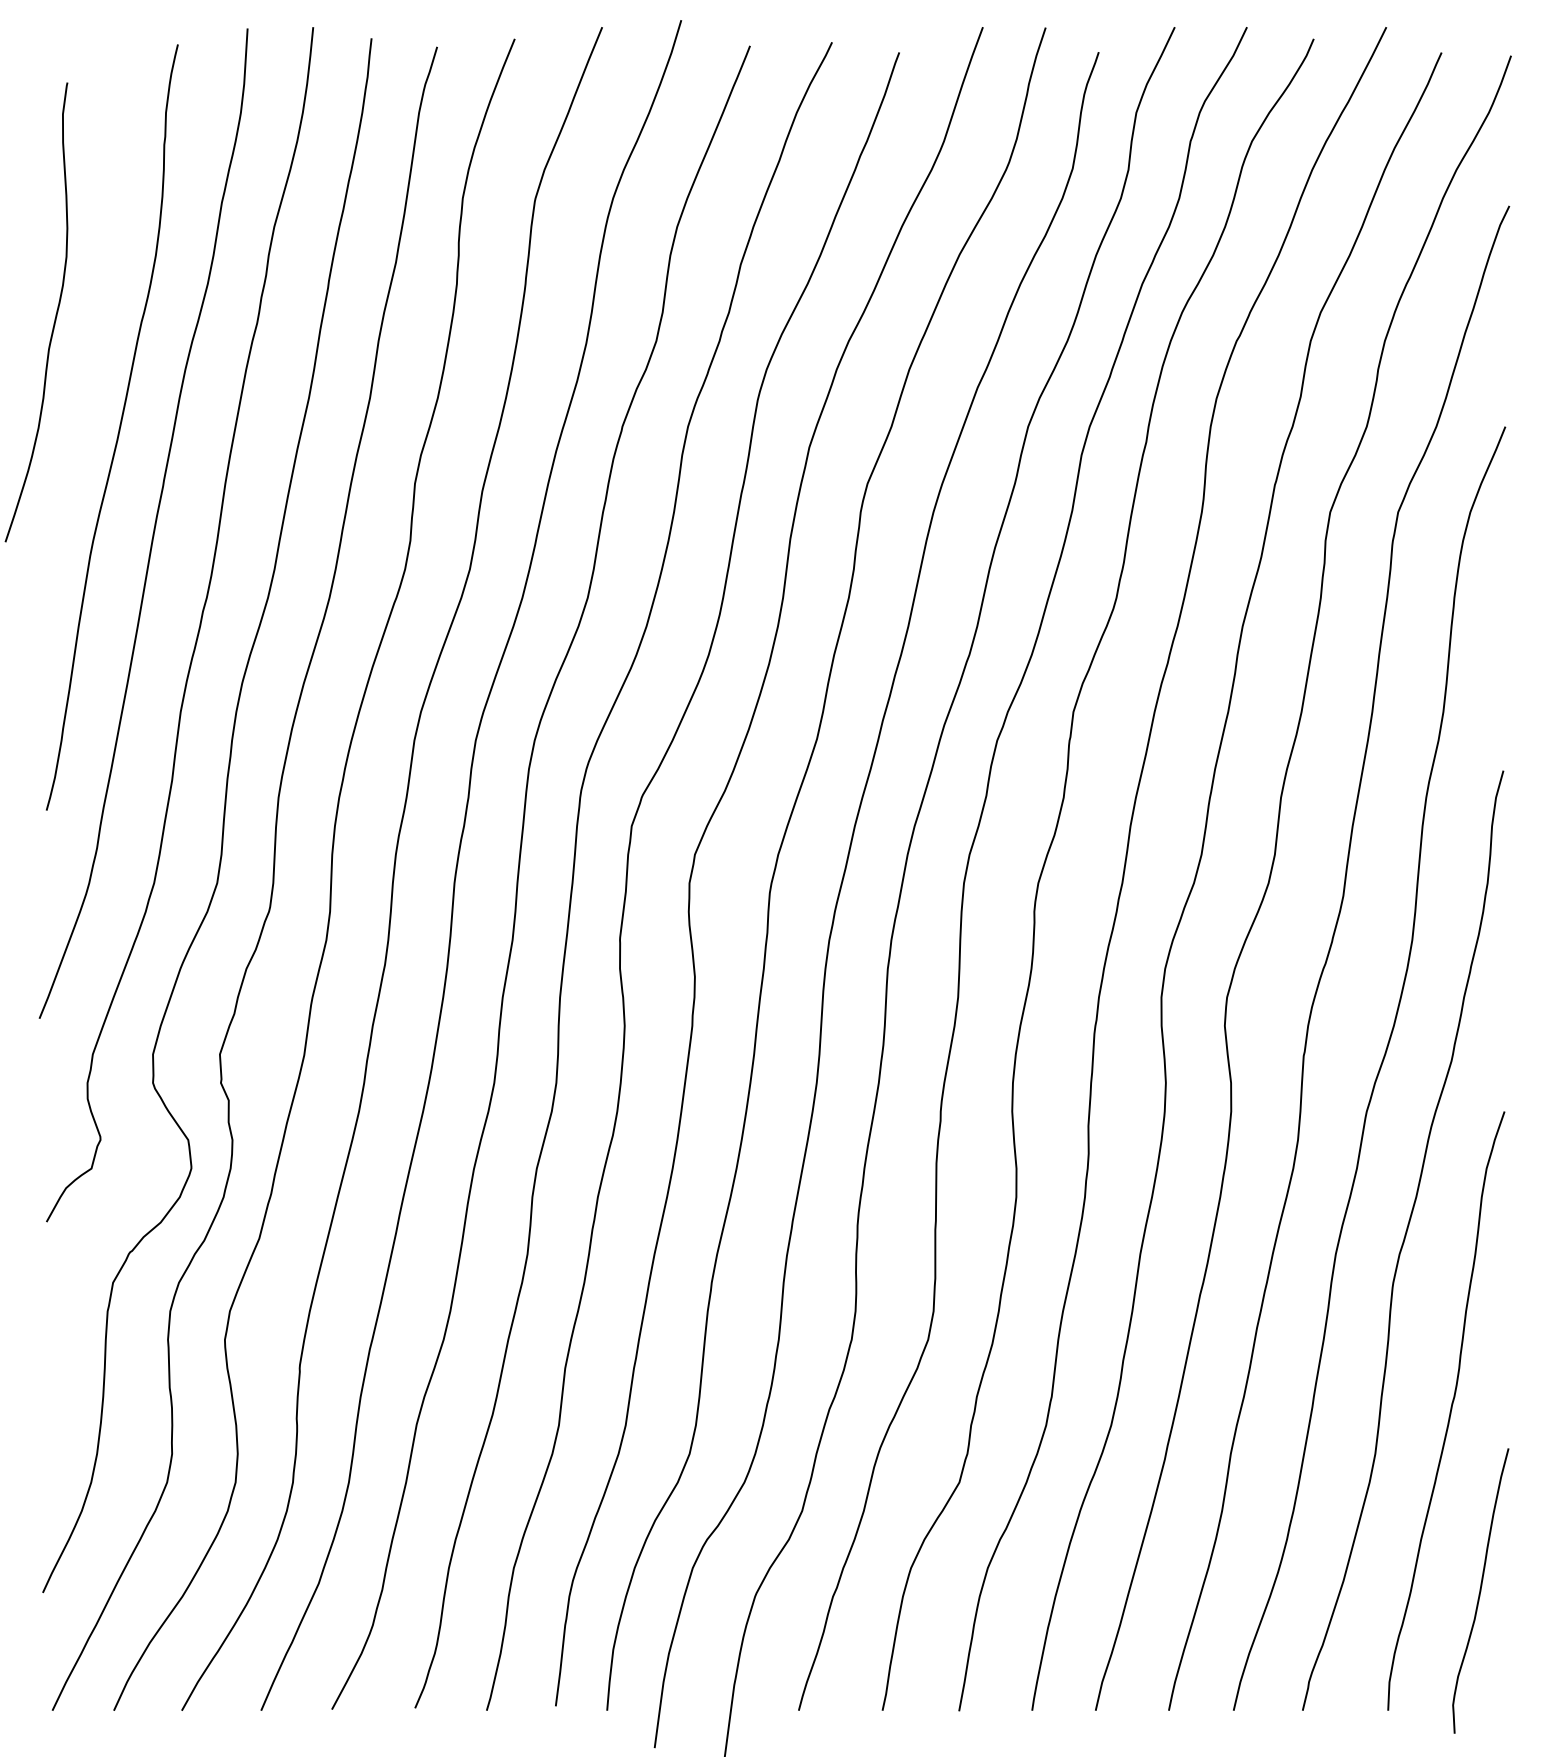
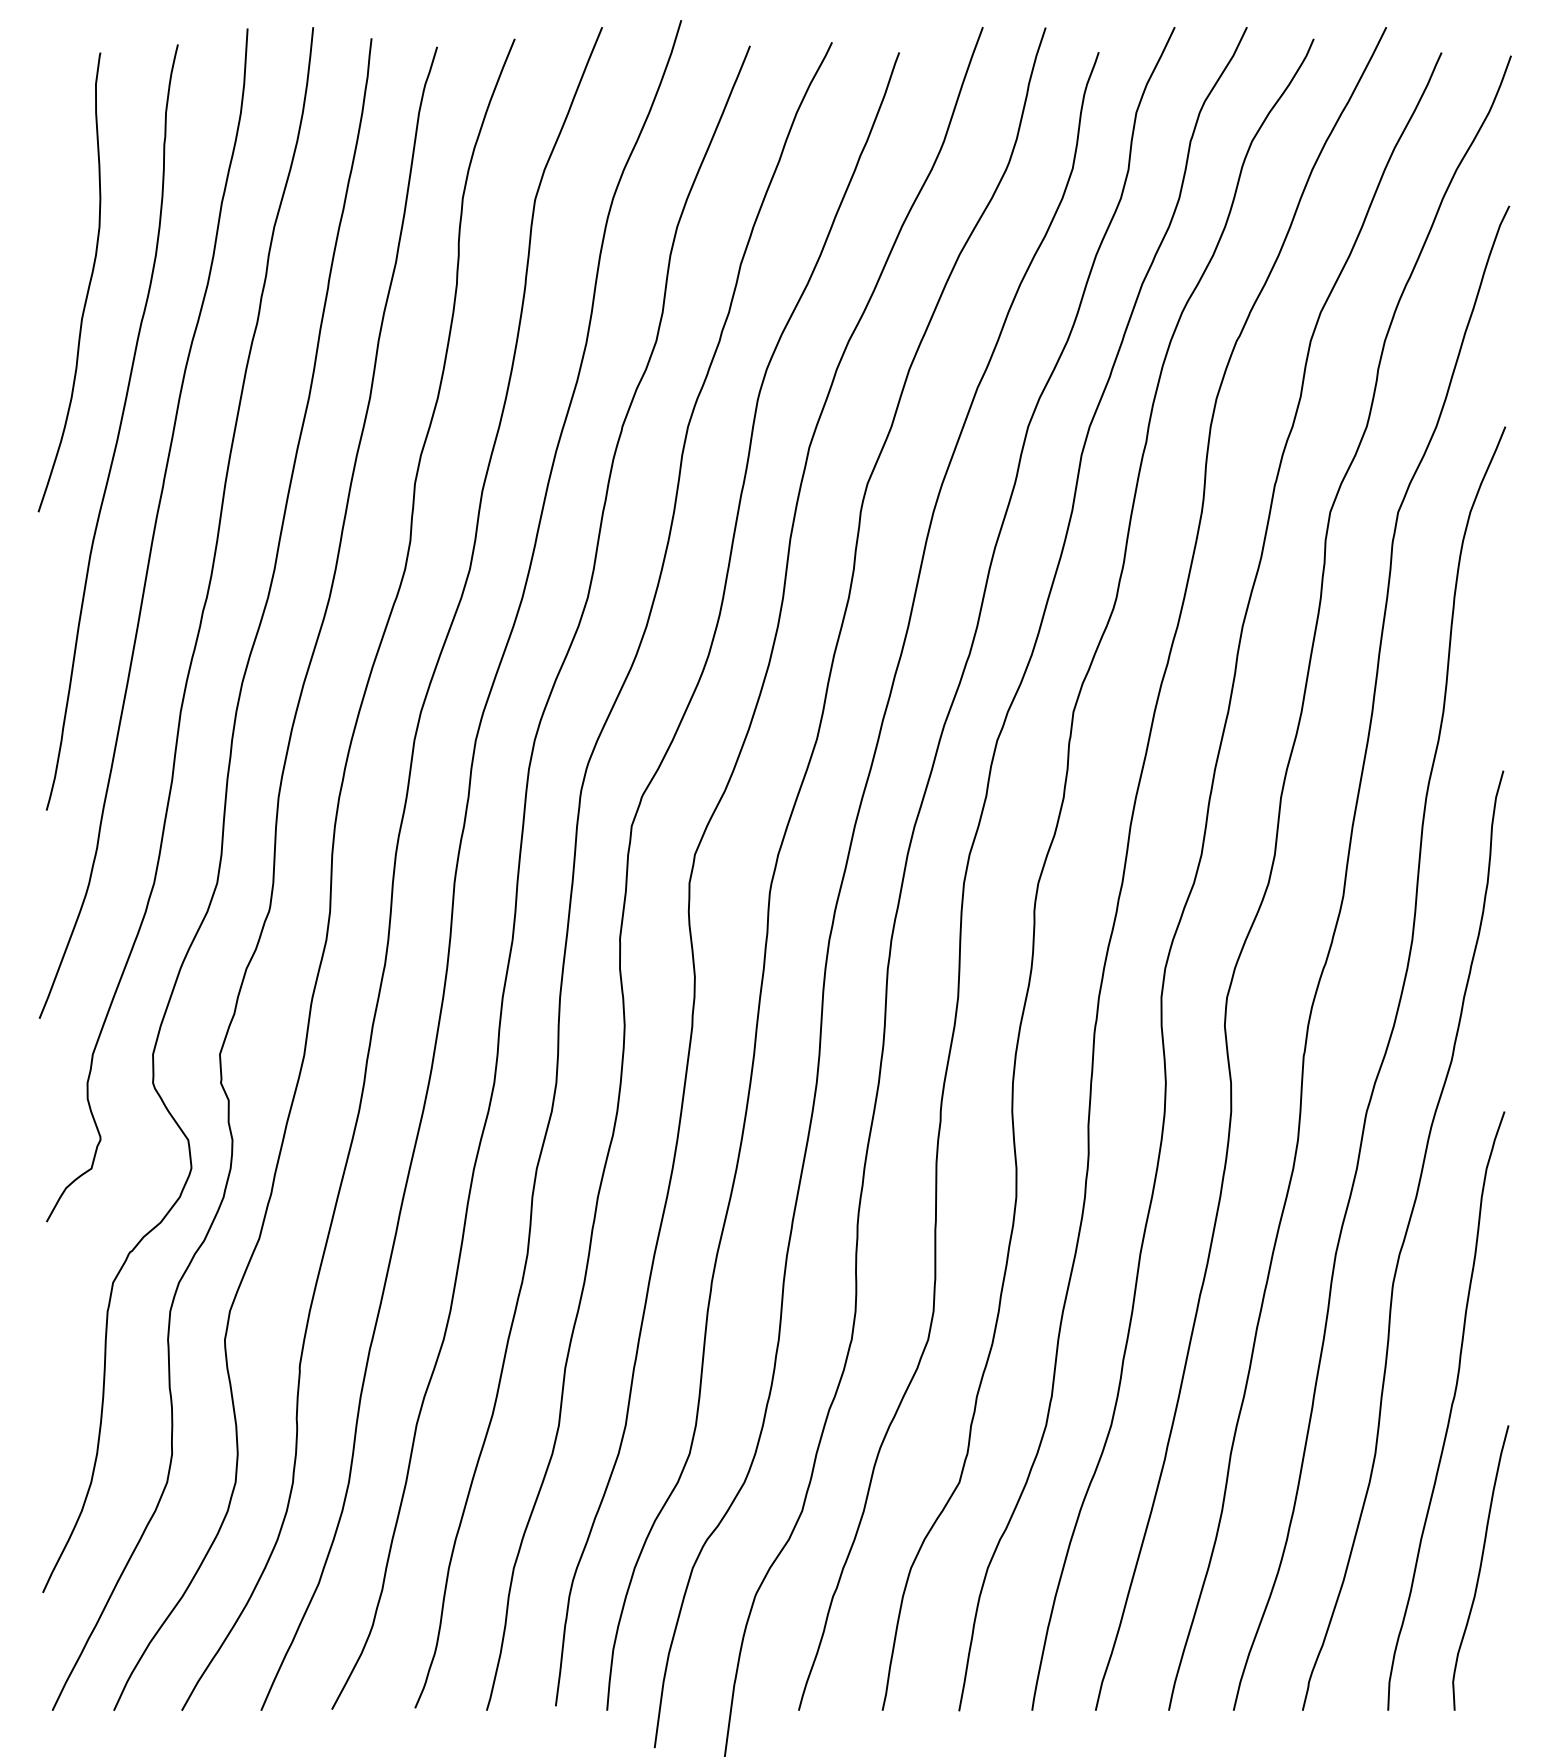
curve at (54, 318) position: (54, 318) -> (87, 288)
curve at (1480, 1590) position: (1480, 1590) -> (1480, 1567)
